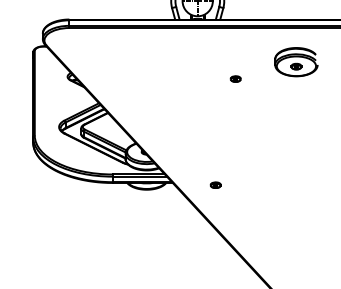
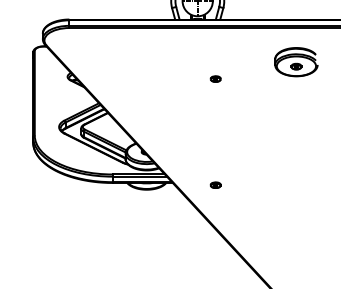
part at (235, 78) position: (235, 78) -> (215, 78)
